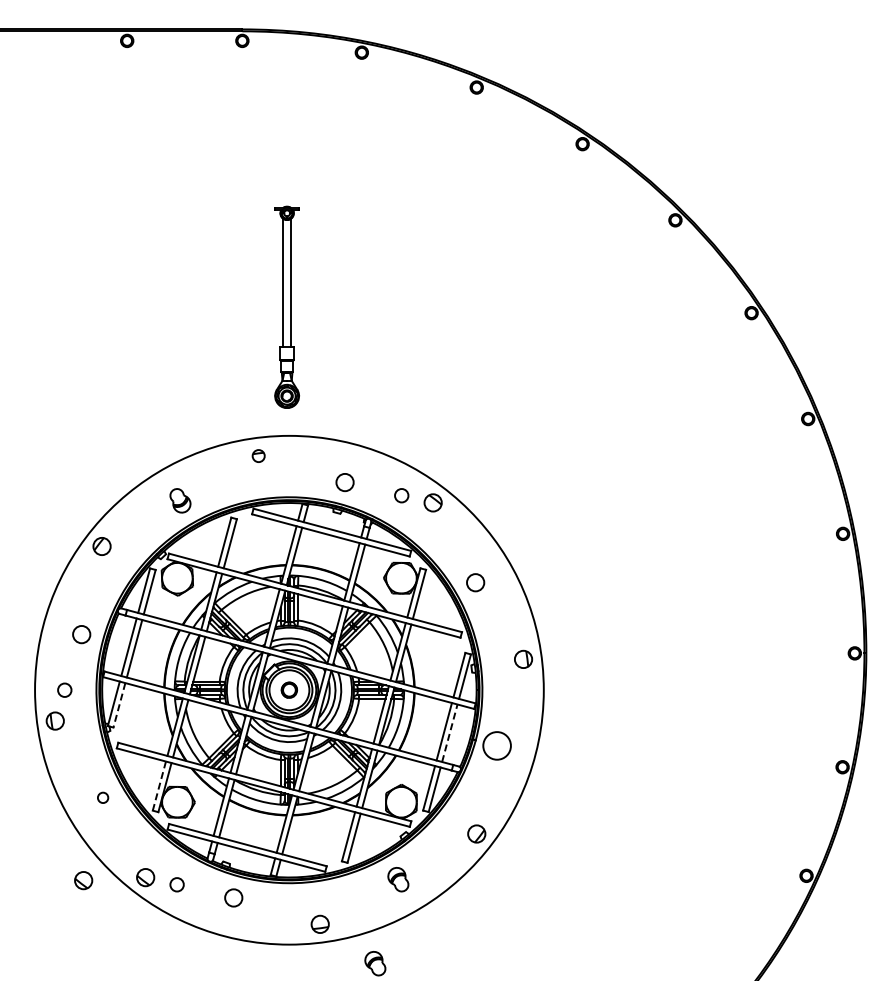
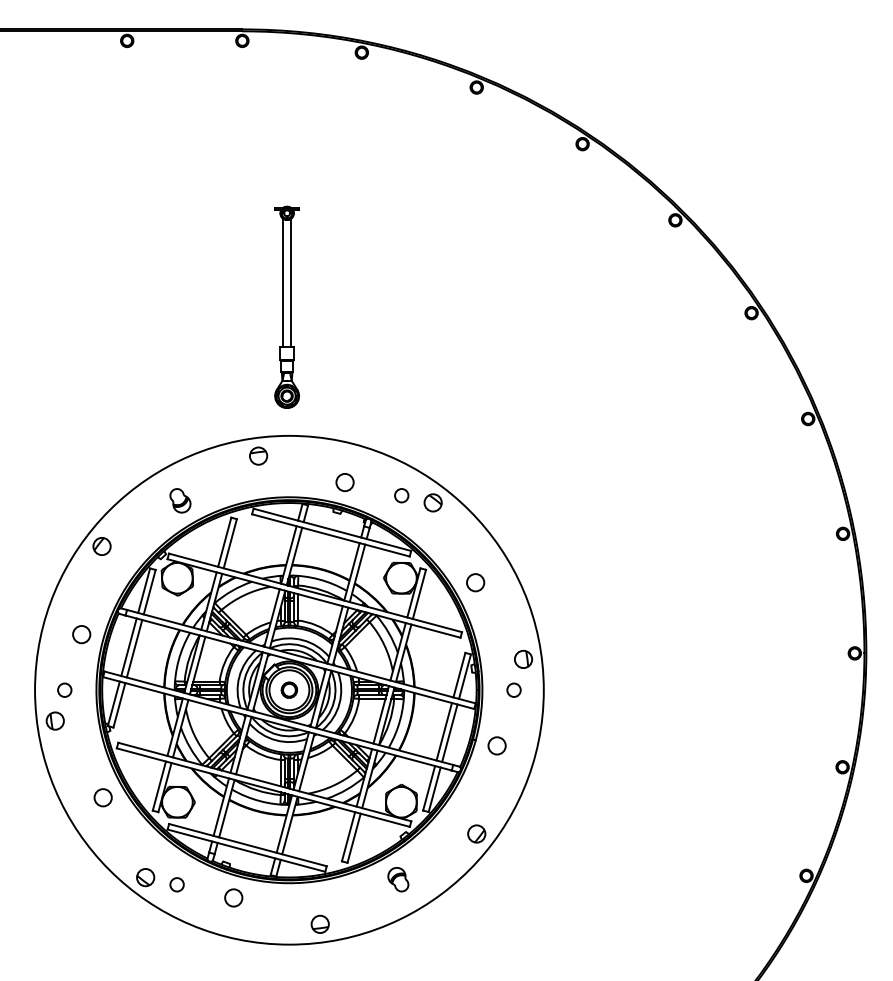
part at (258, 455) size: 15x14 px -> 20x20 px
circle at (513, 689): none -> present
line at (119, 705): dashed -> solid
line at (449, 733): dashed -> solid
circle at (496, 745) diameter: 28 px -> 17 px
line at (159, 786): dashed -> solid
circle at (103, 797) size: 13x13 px -> 20x20 px
part at (83, 880): present -> none
part at (375, 963): present -> none
